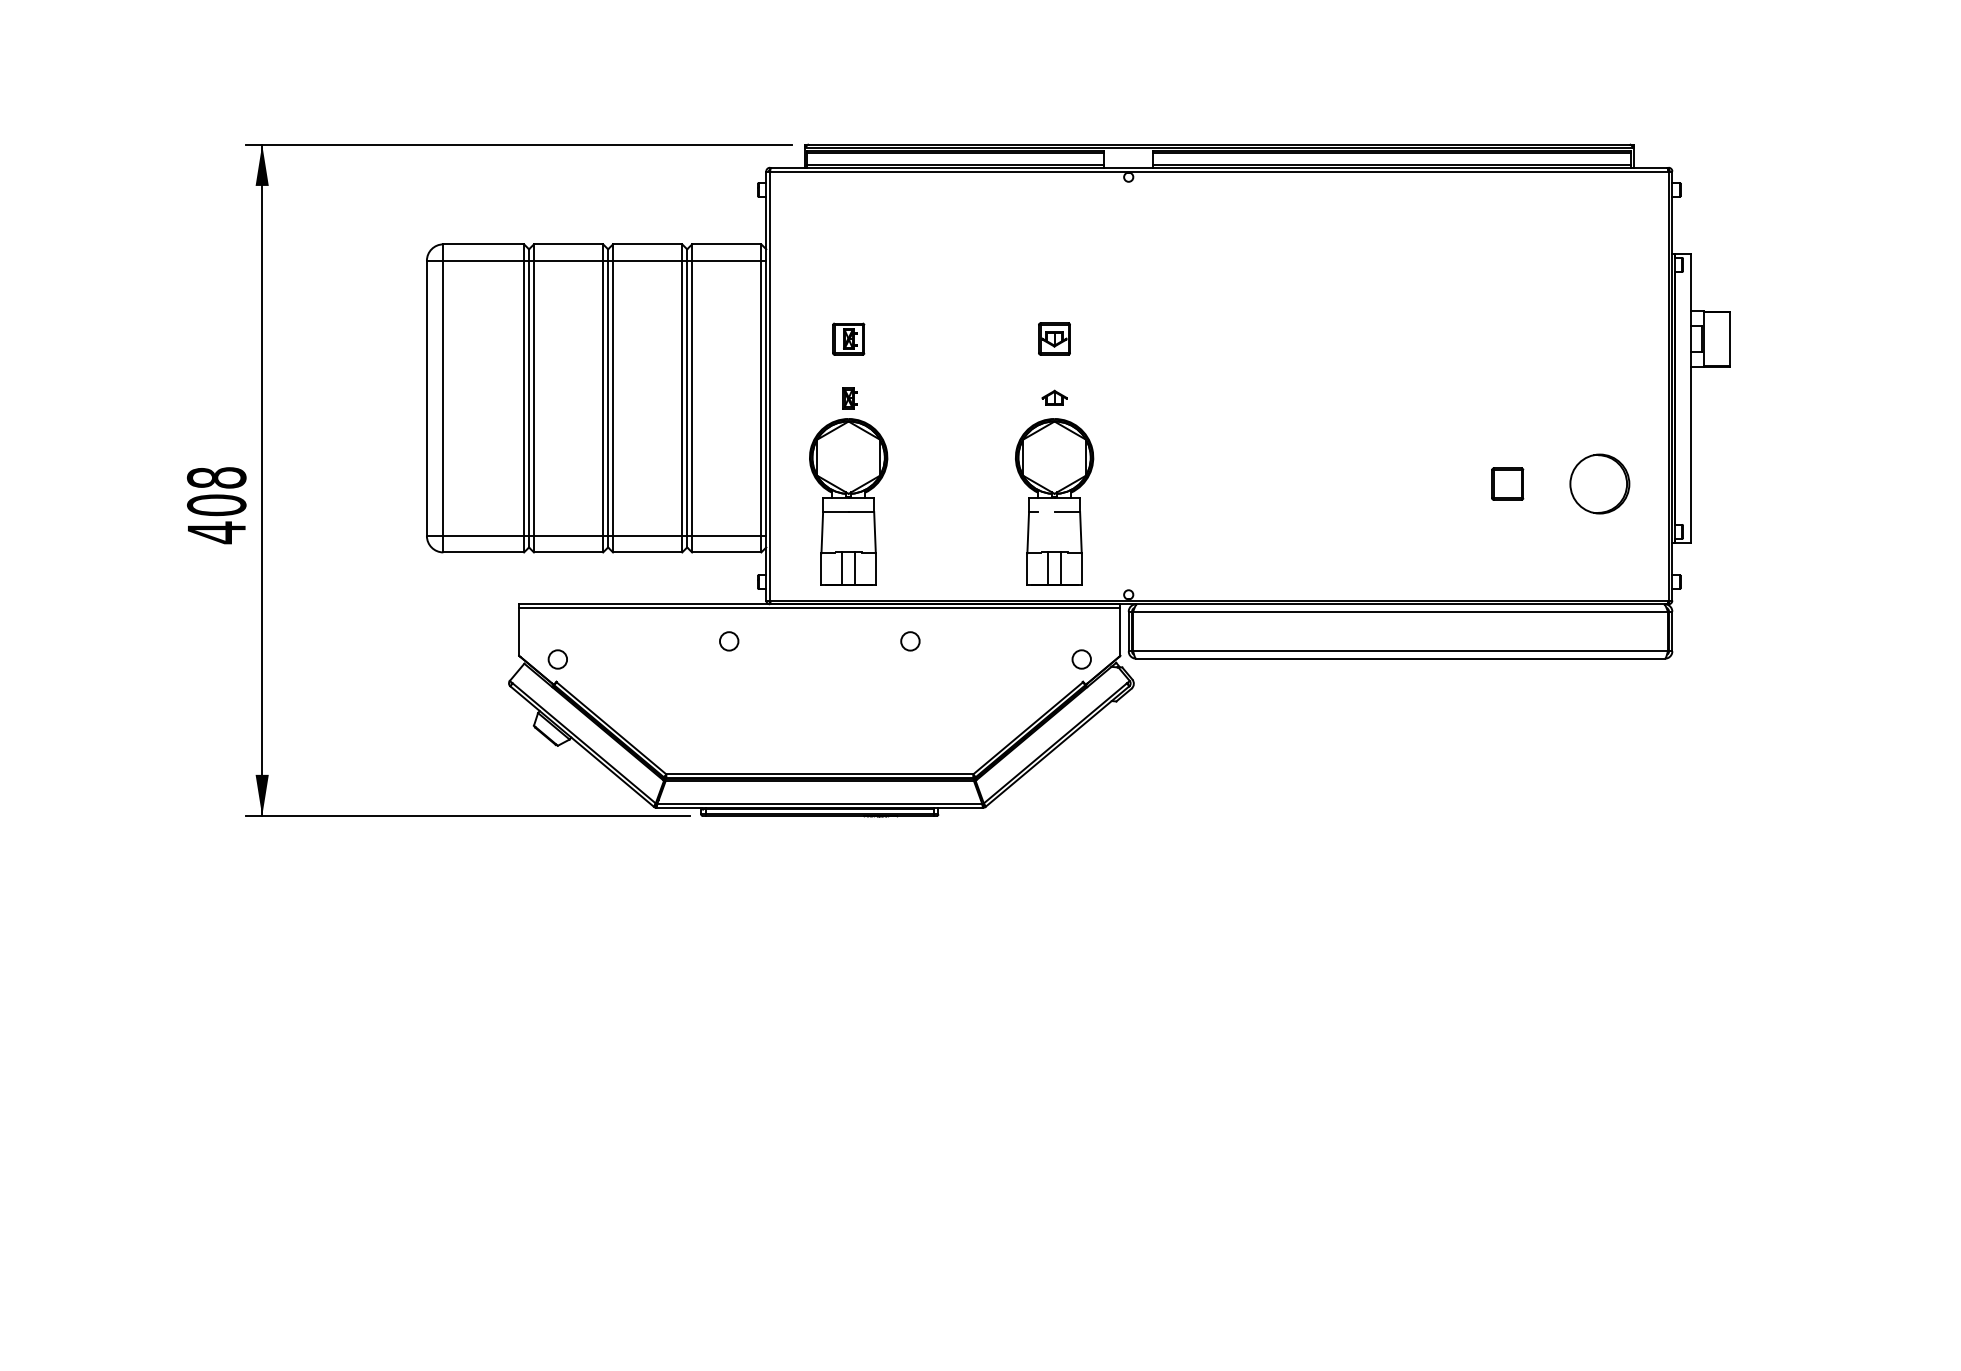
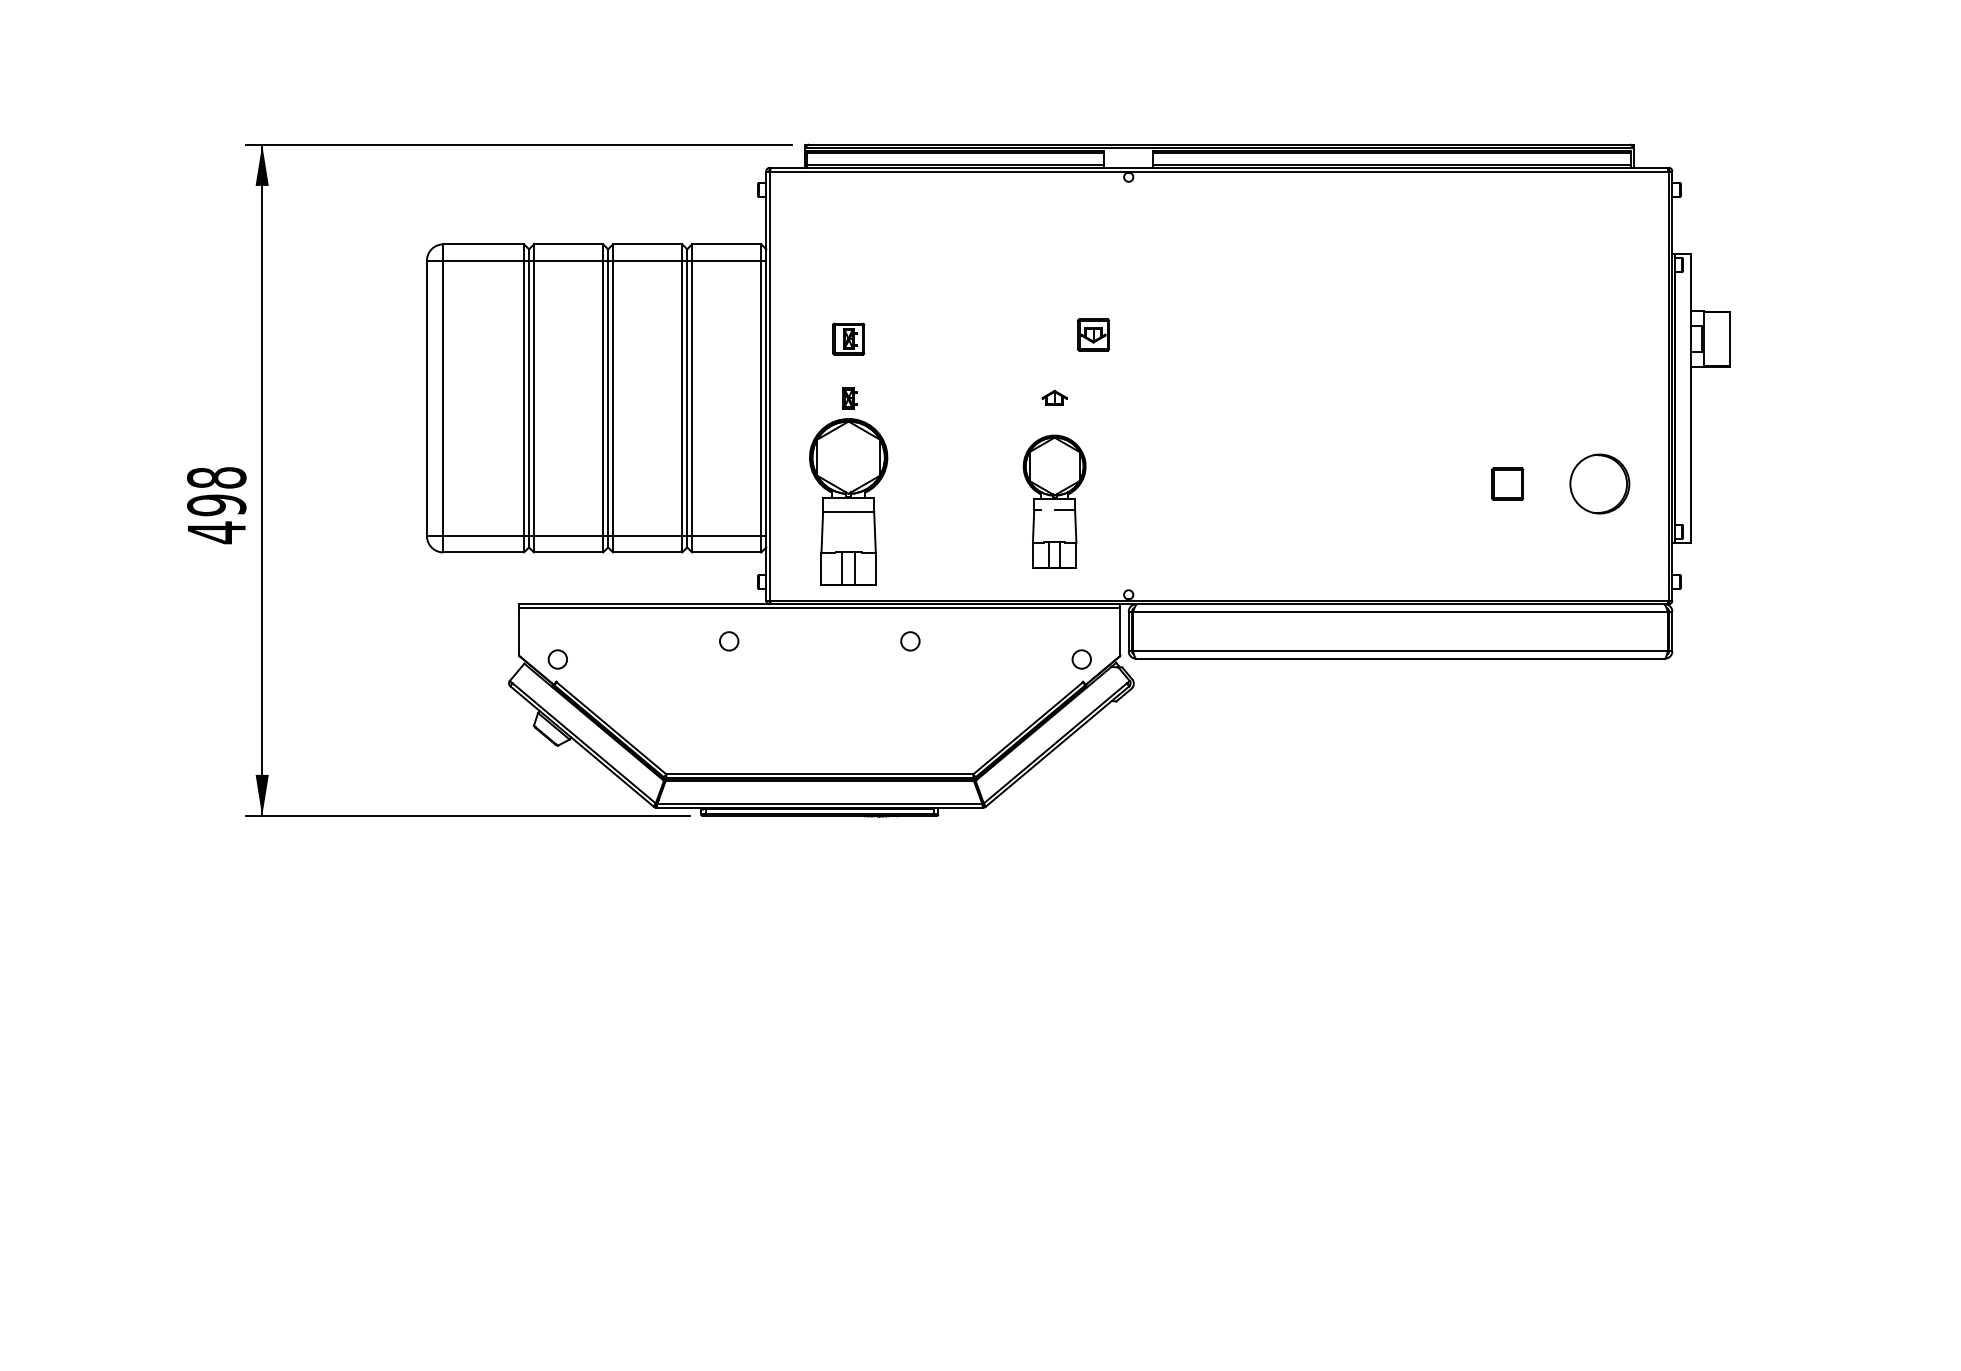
part at (1054, 338) position: (1054, 338) -> (1093, 334)
part at (1054, 501) size: 80x168 px -> 65x135 px
text at (216, 505): 408 -> 498
